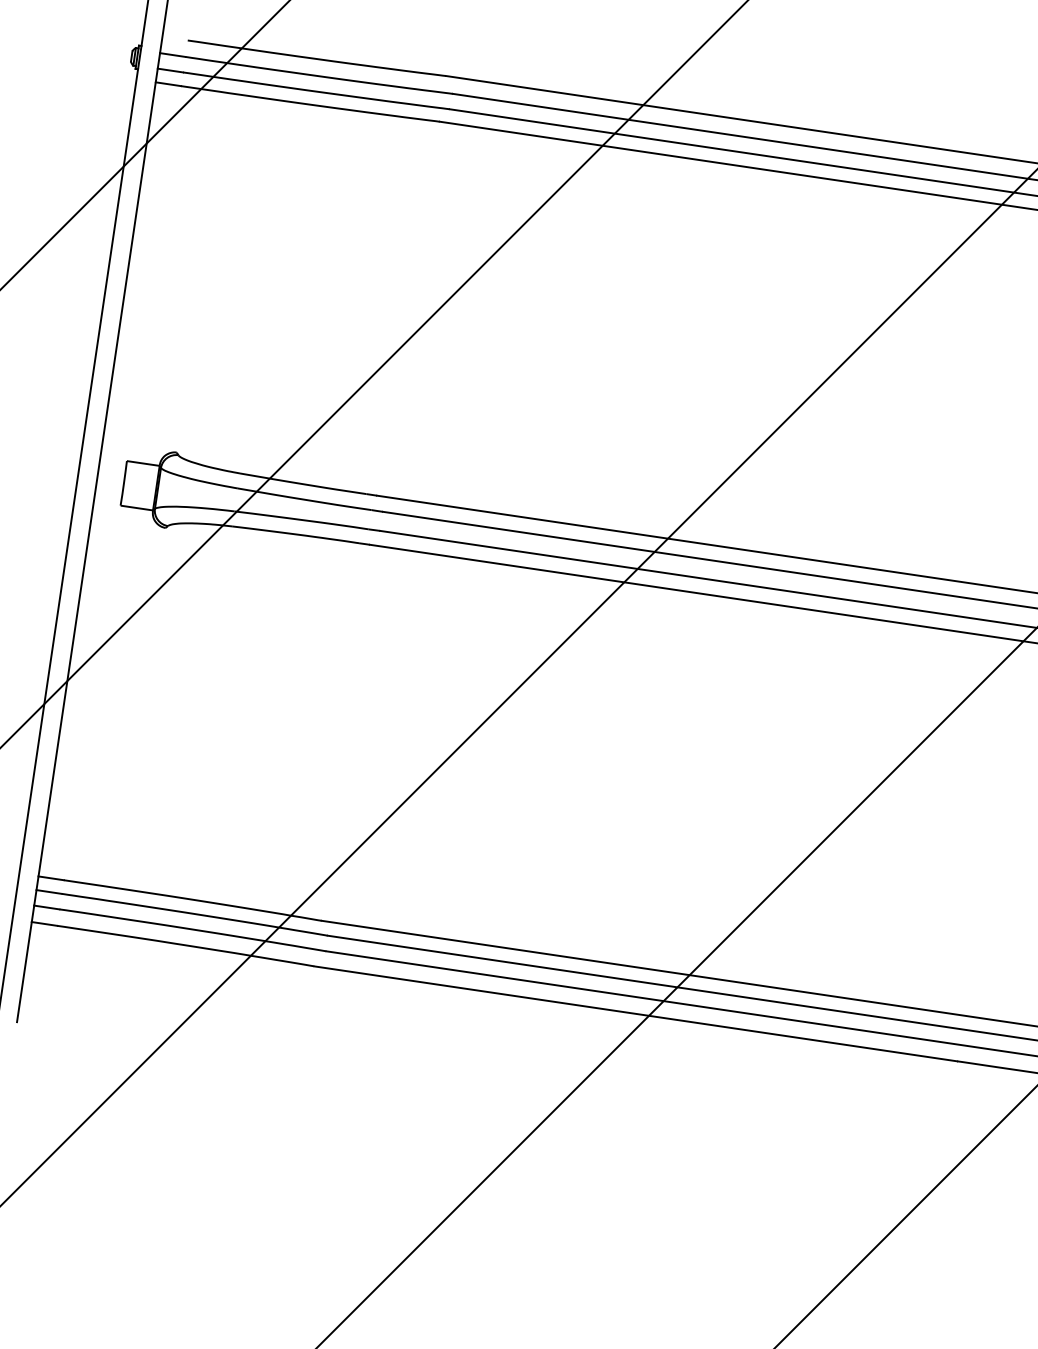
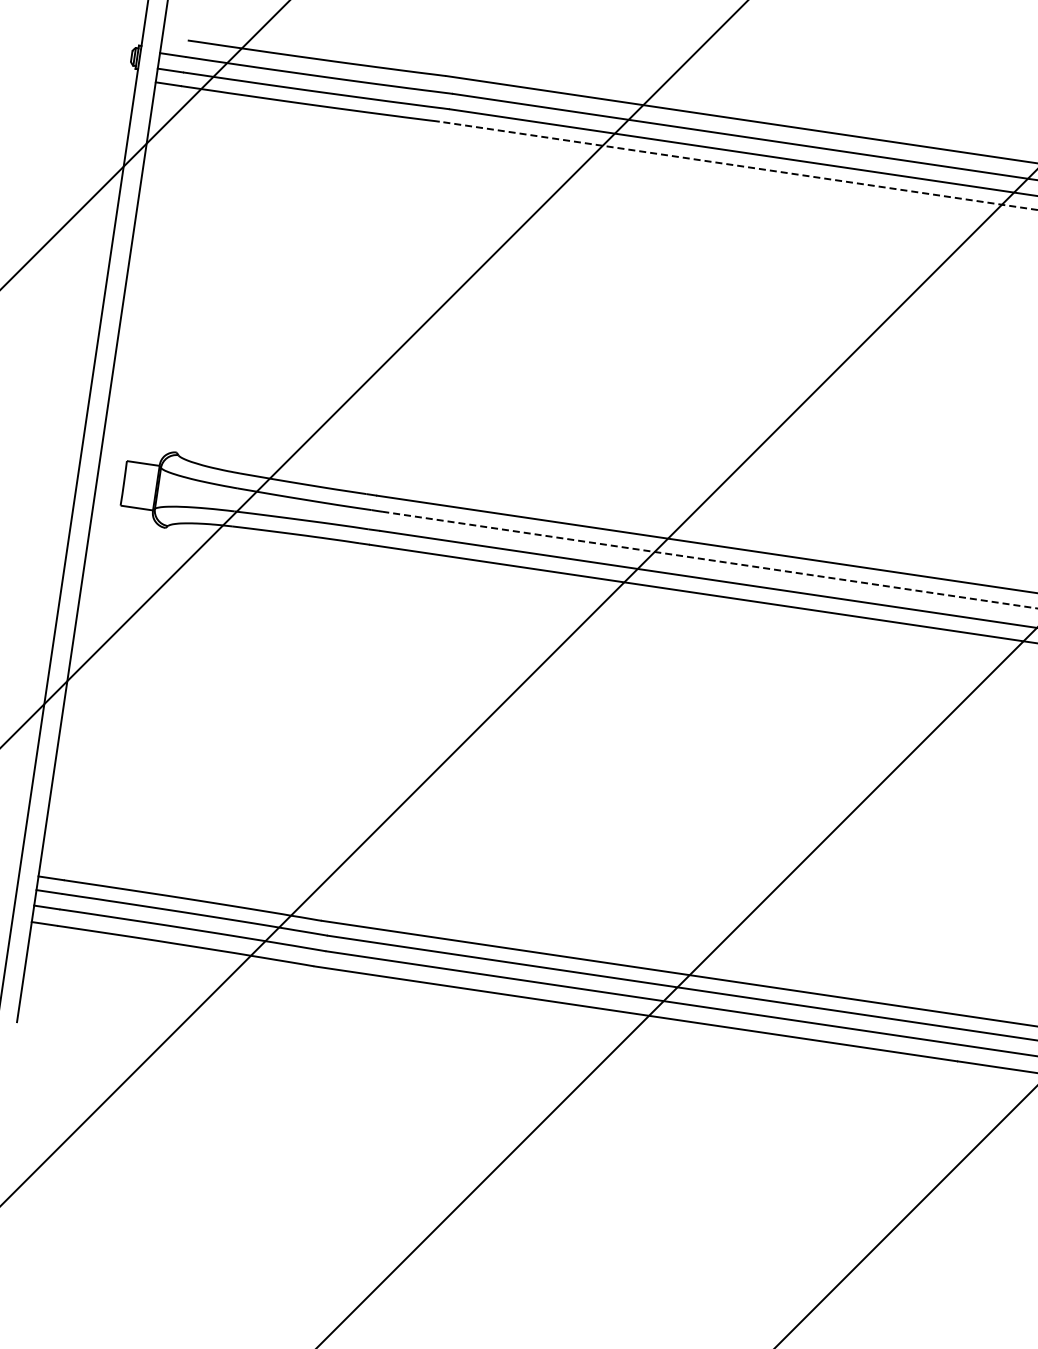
line at (738, 165): solid -> dashed
line at (710, 560): solid -> dashed
